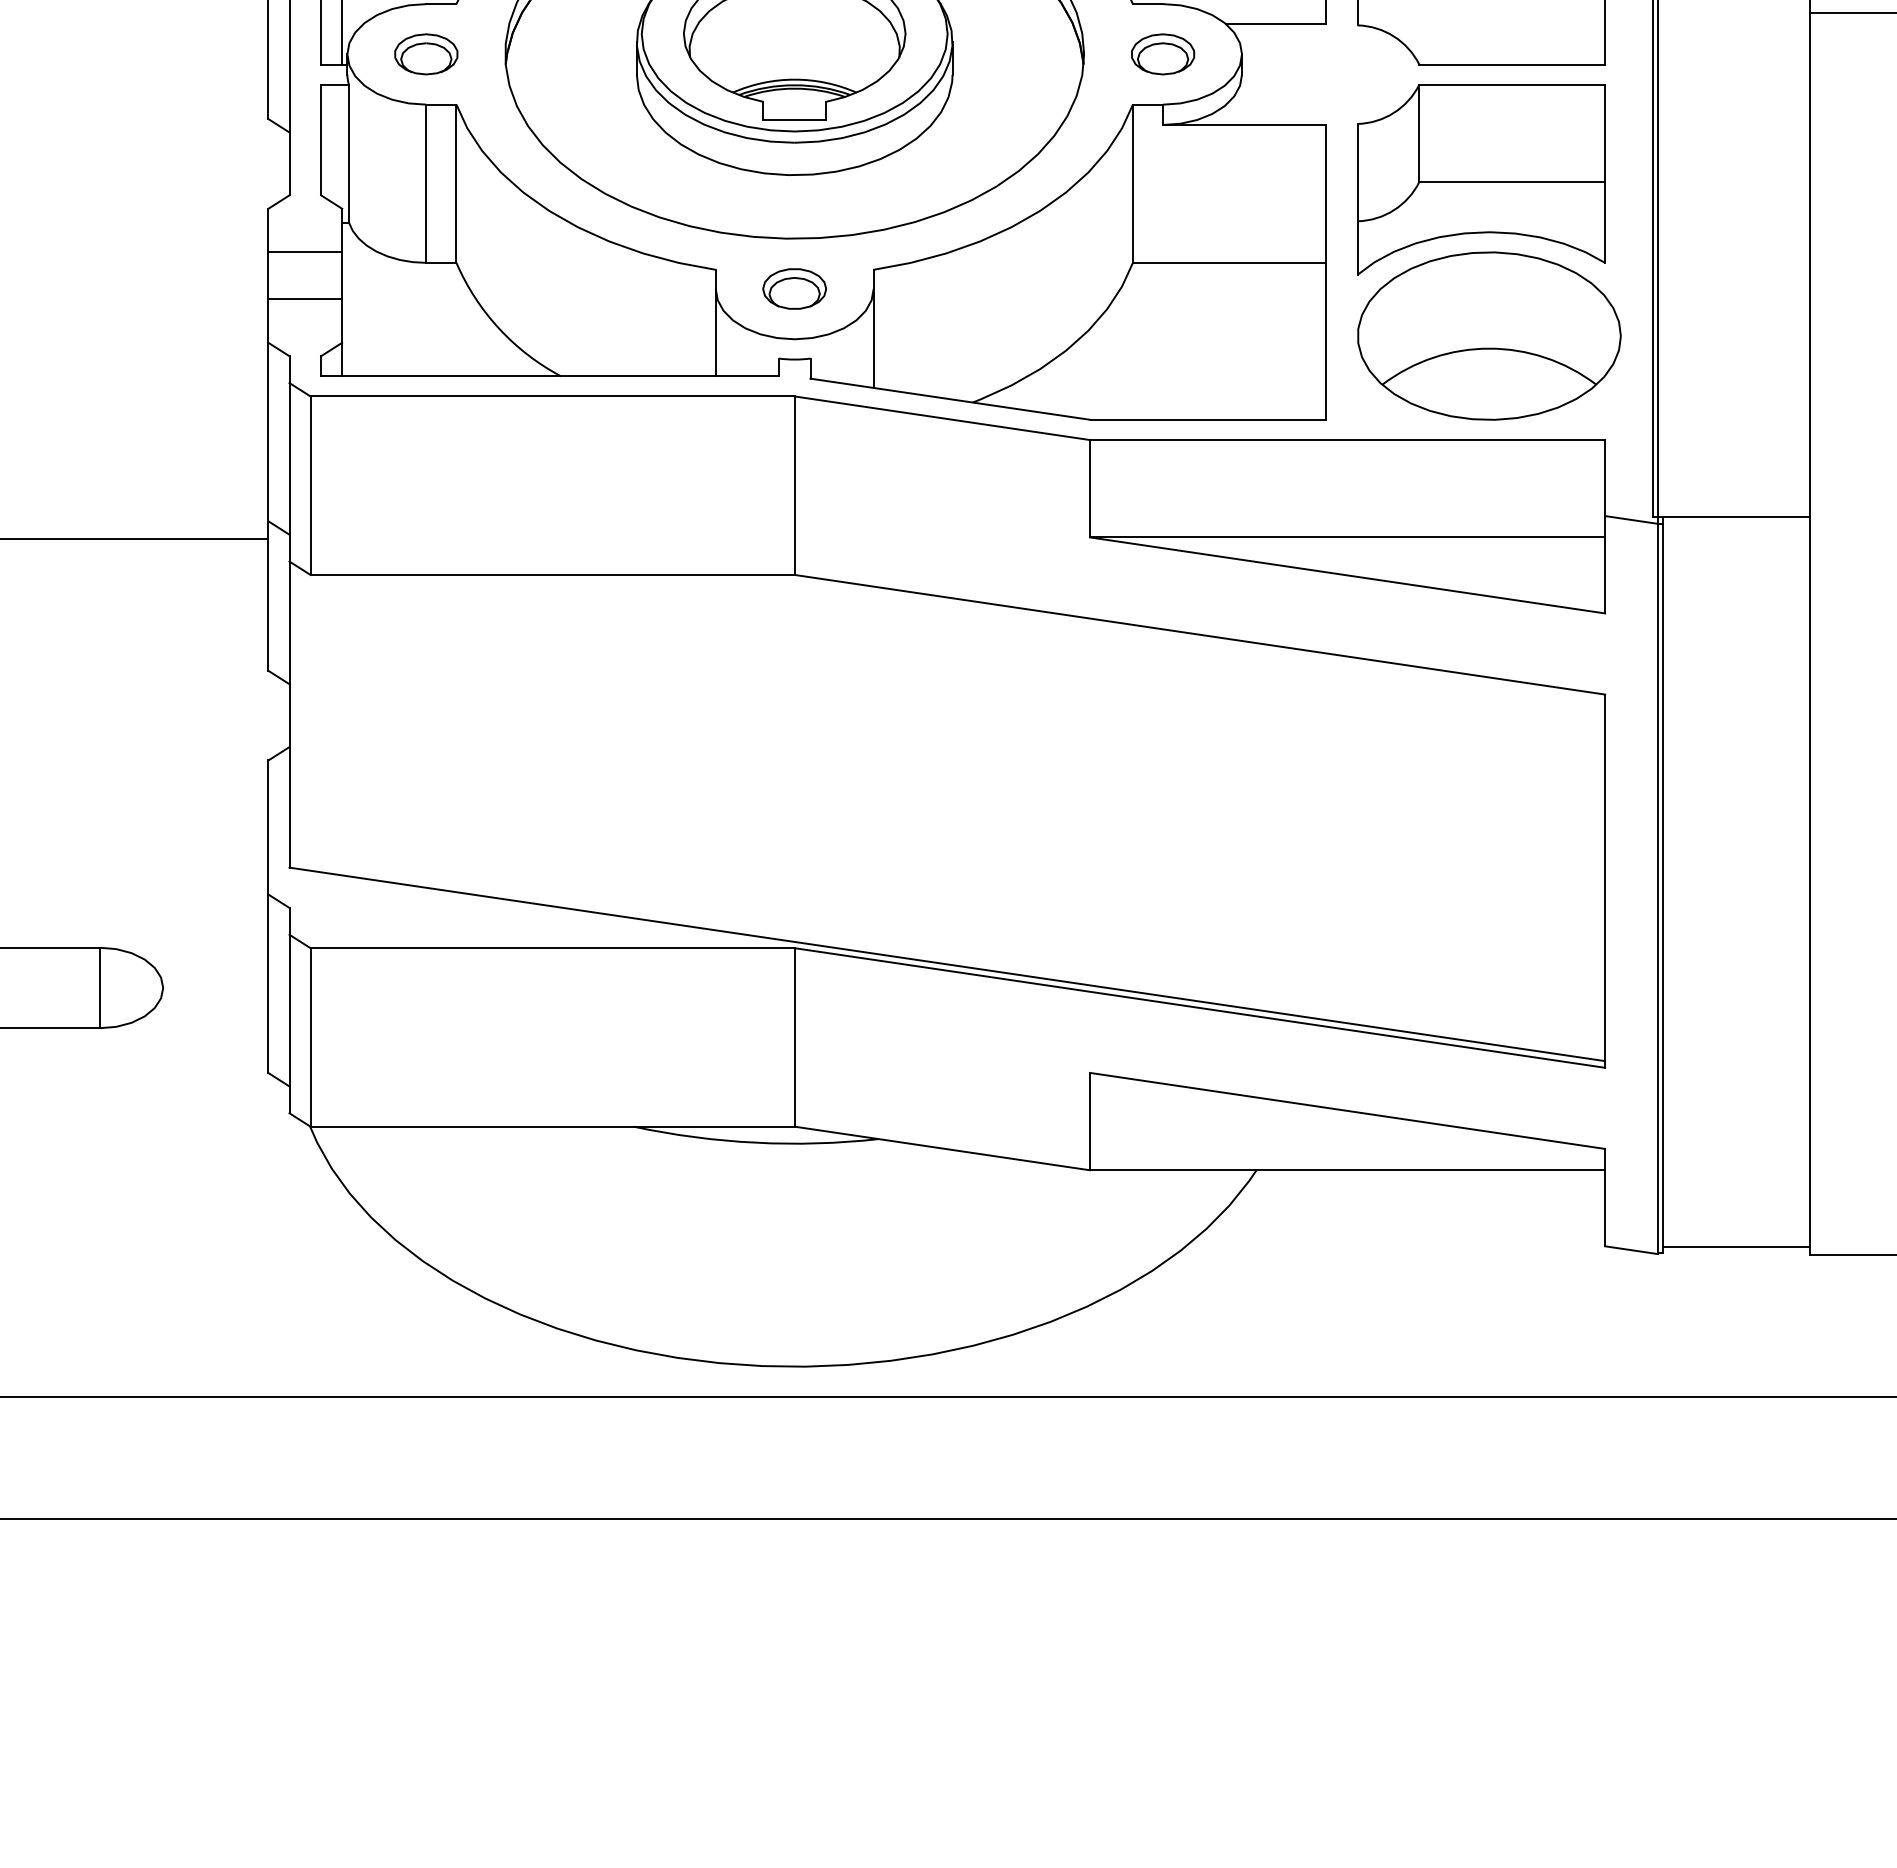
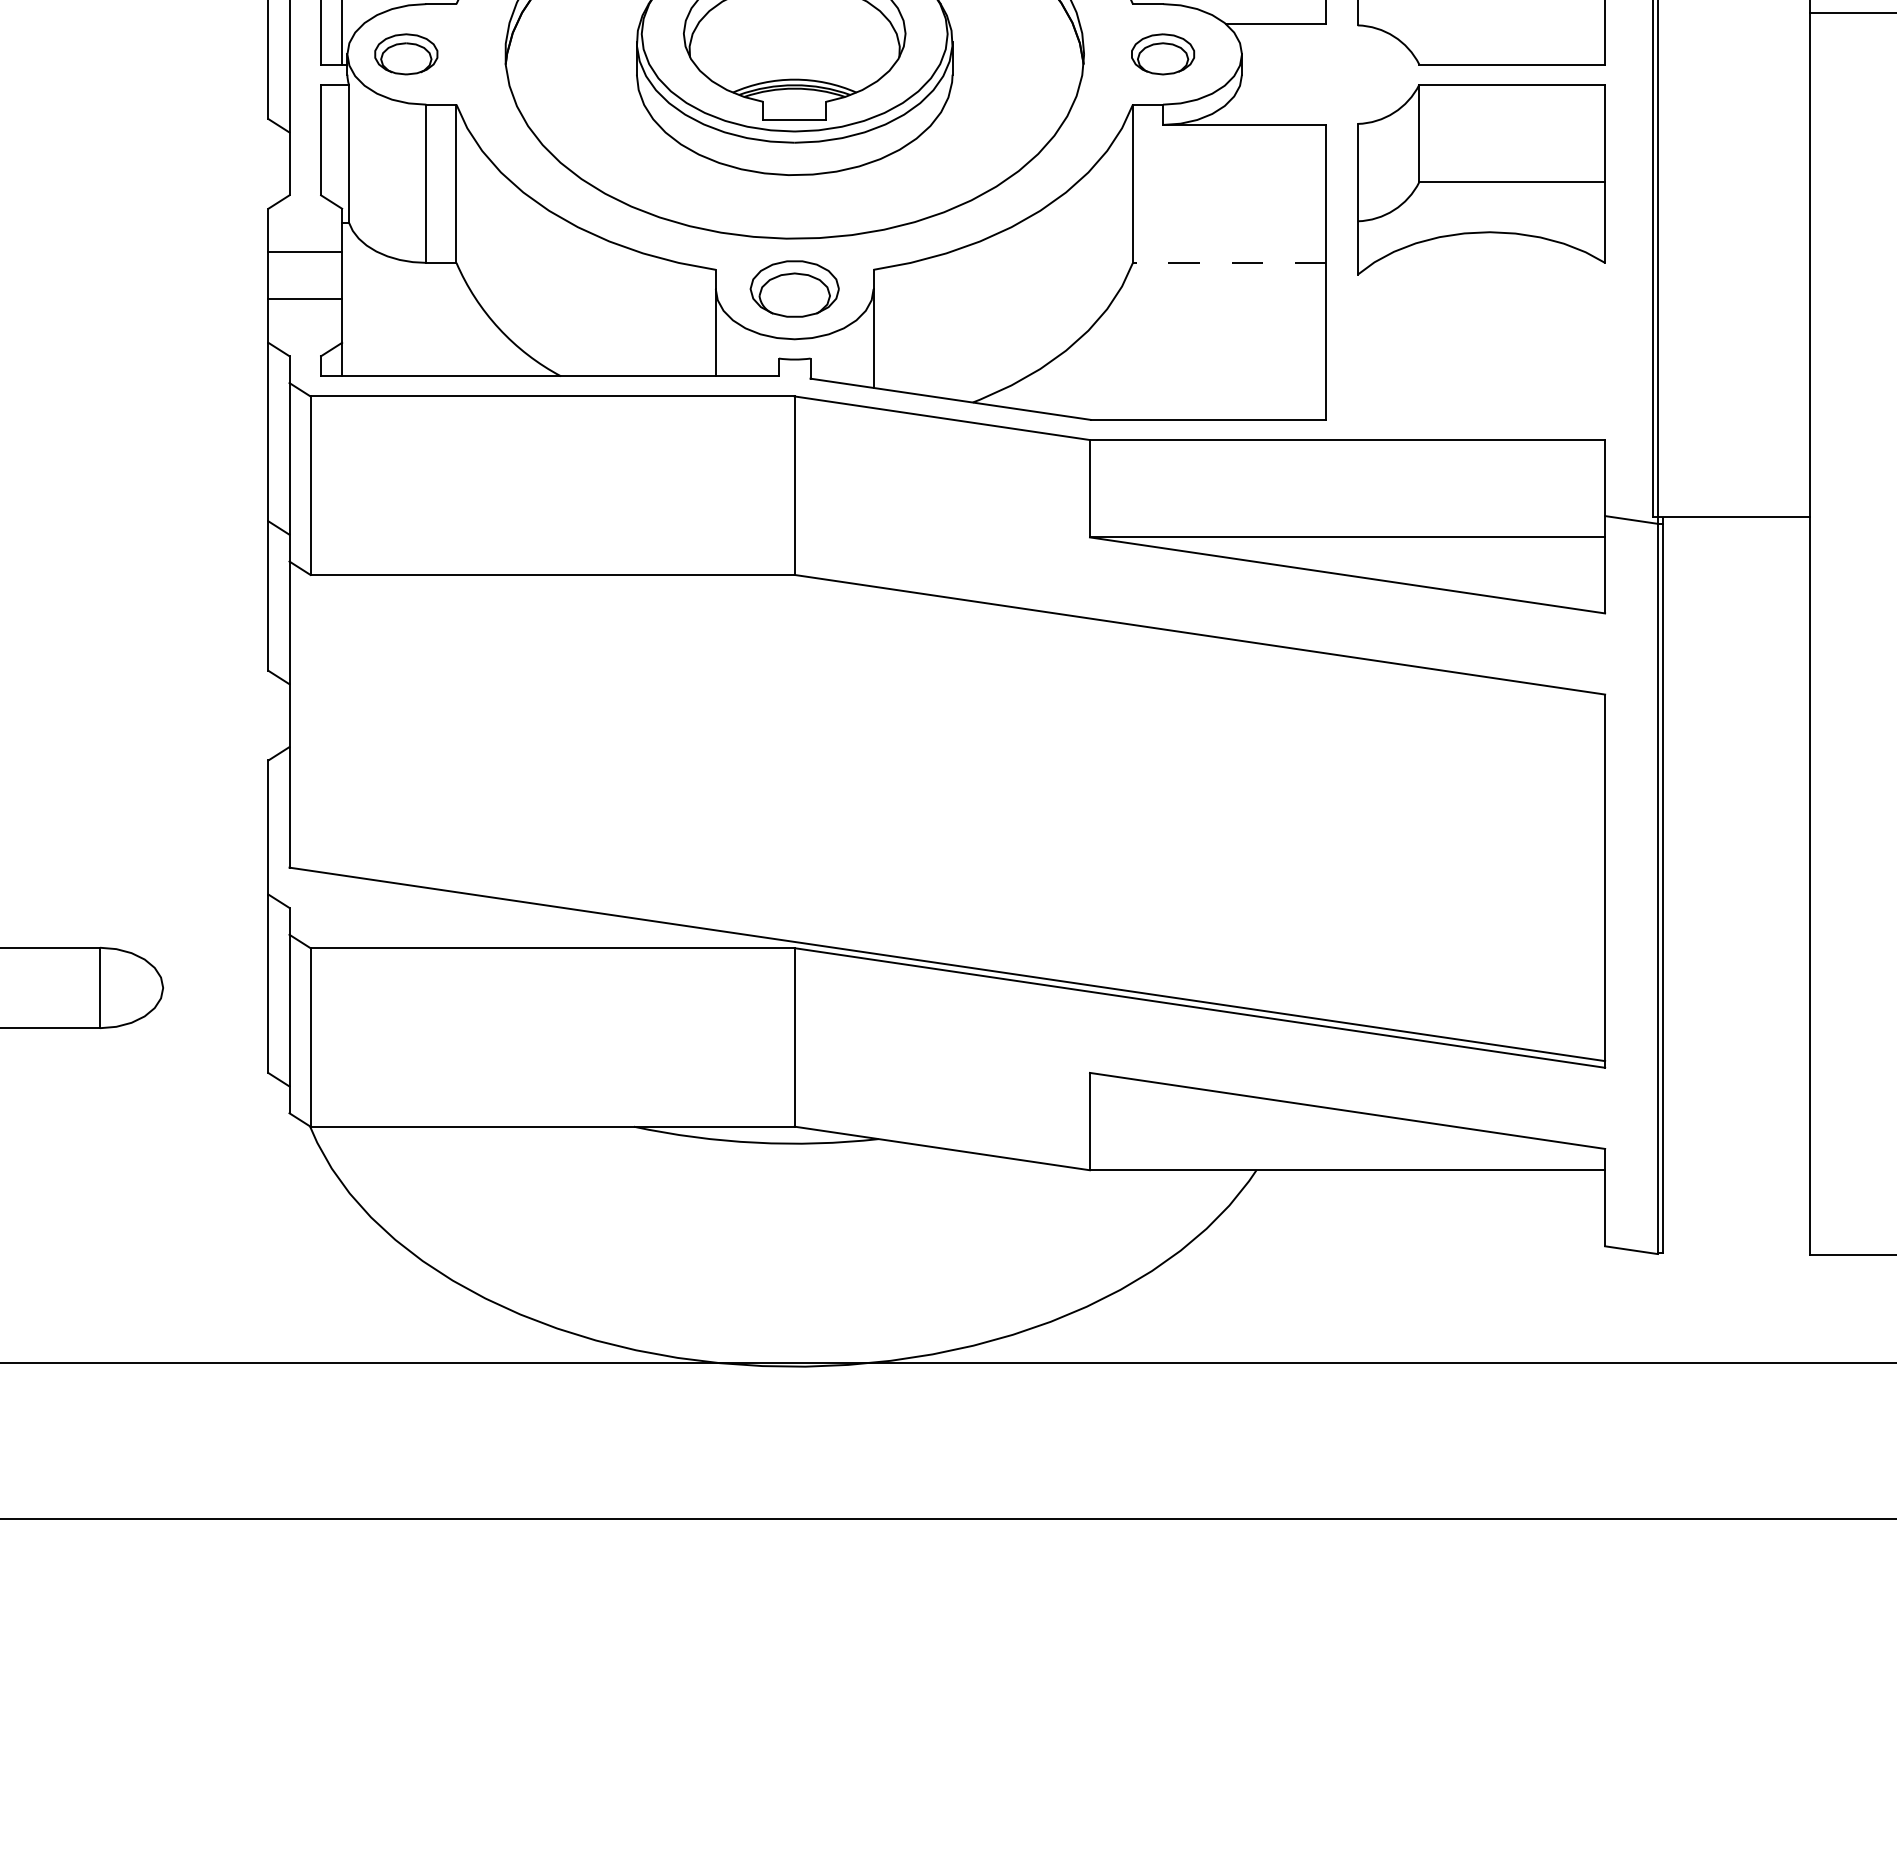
part at (426, 54) position: (426, 54) -> (406, 54)
line at (1229, 262): solid -> dashed
part at (794, 288) size: 65x42 px -> 91x58 px
part at (1489, 335): present -> none
line at (135, 538): present -> none
line at (1736, 1247): present -> none
line at (947, 1396) position: (947, 1396) -> (947, 1362)
